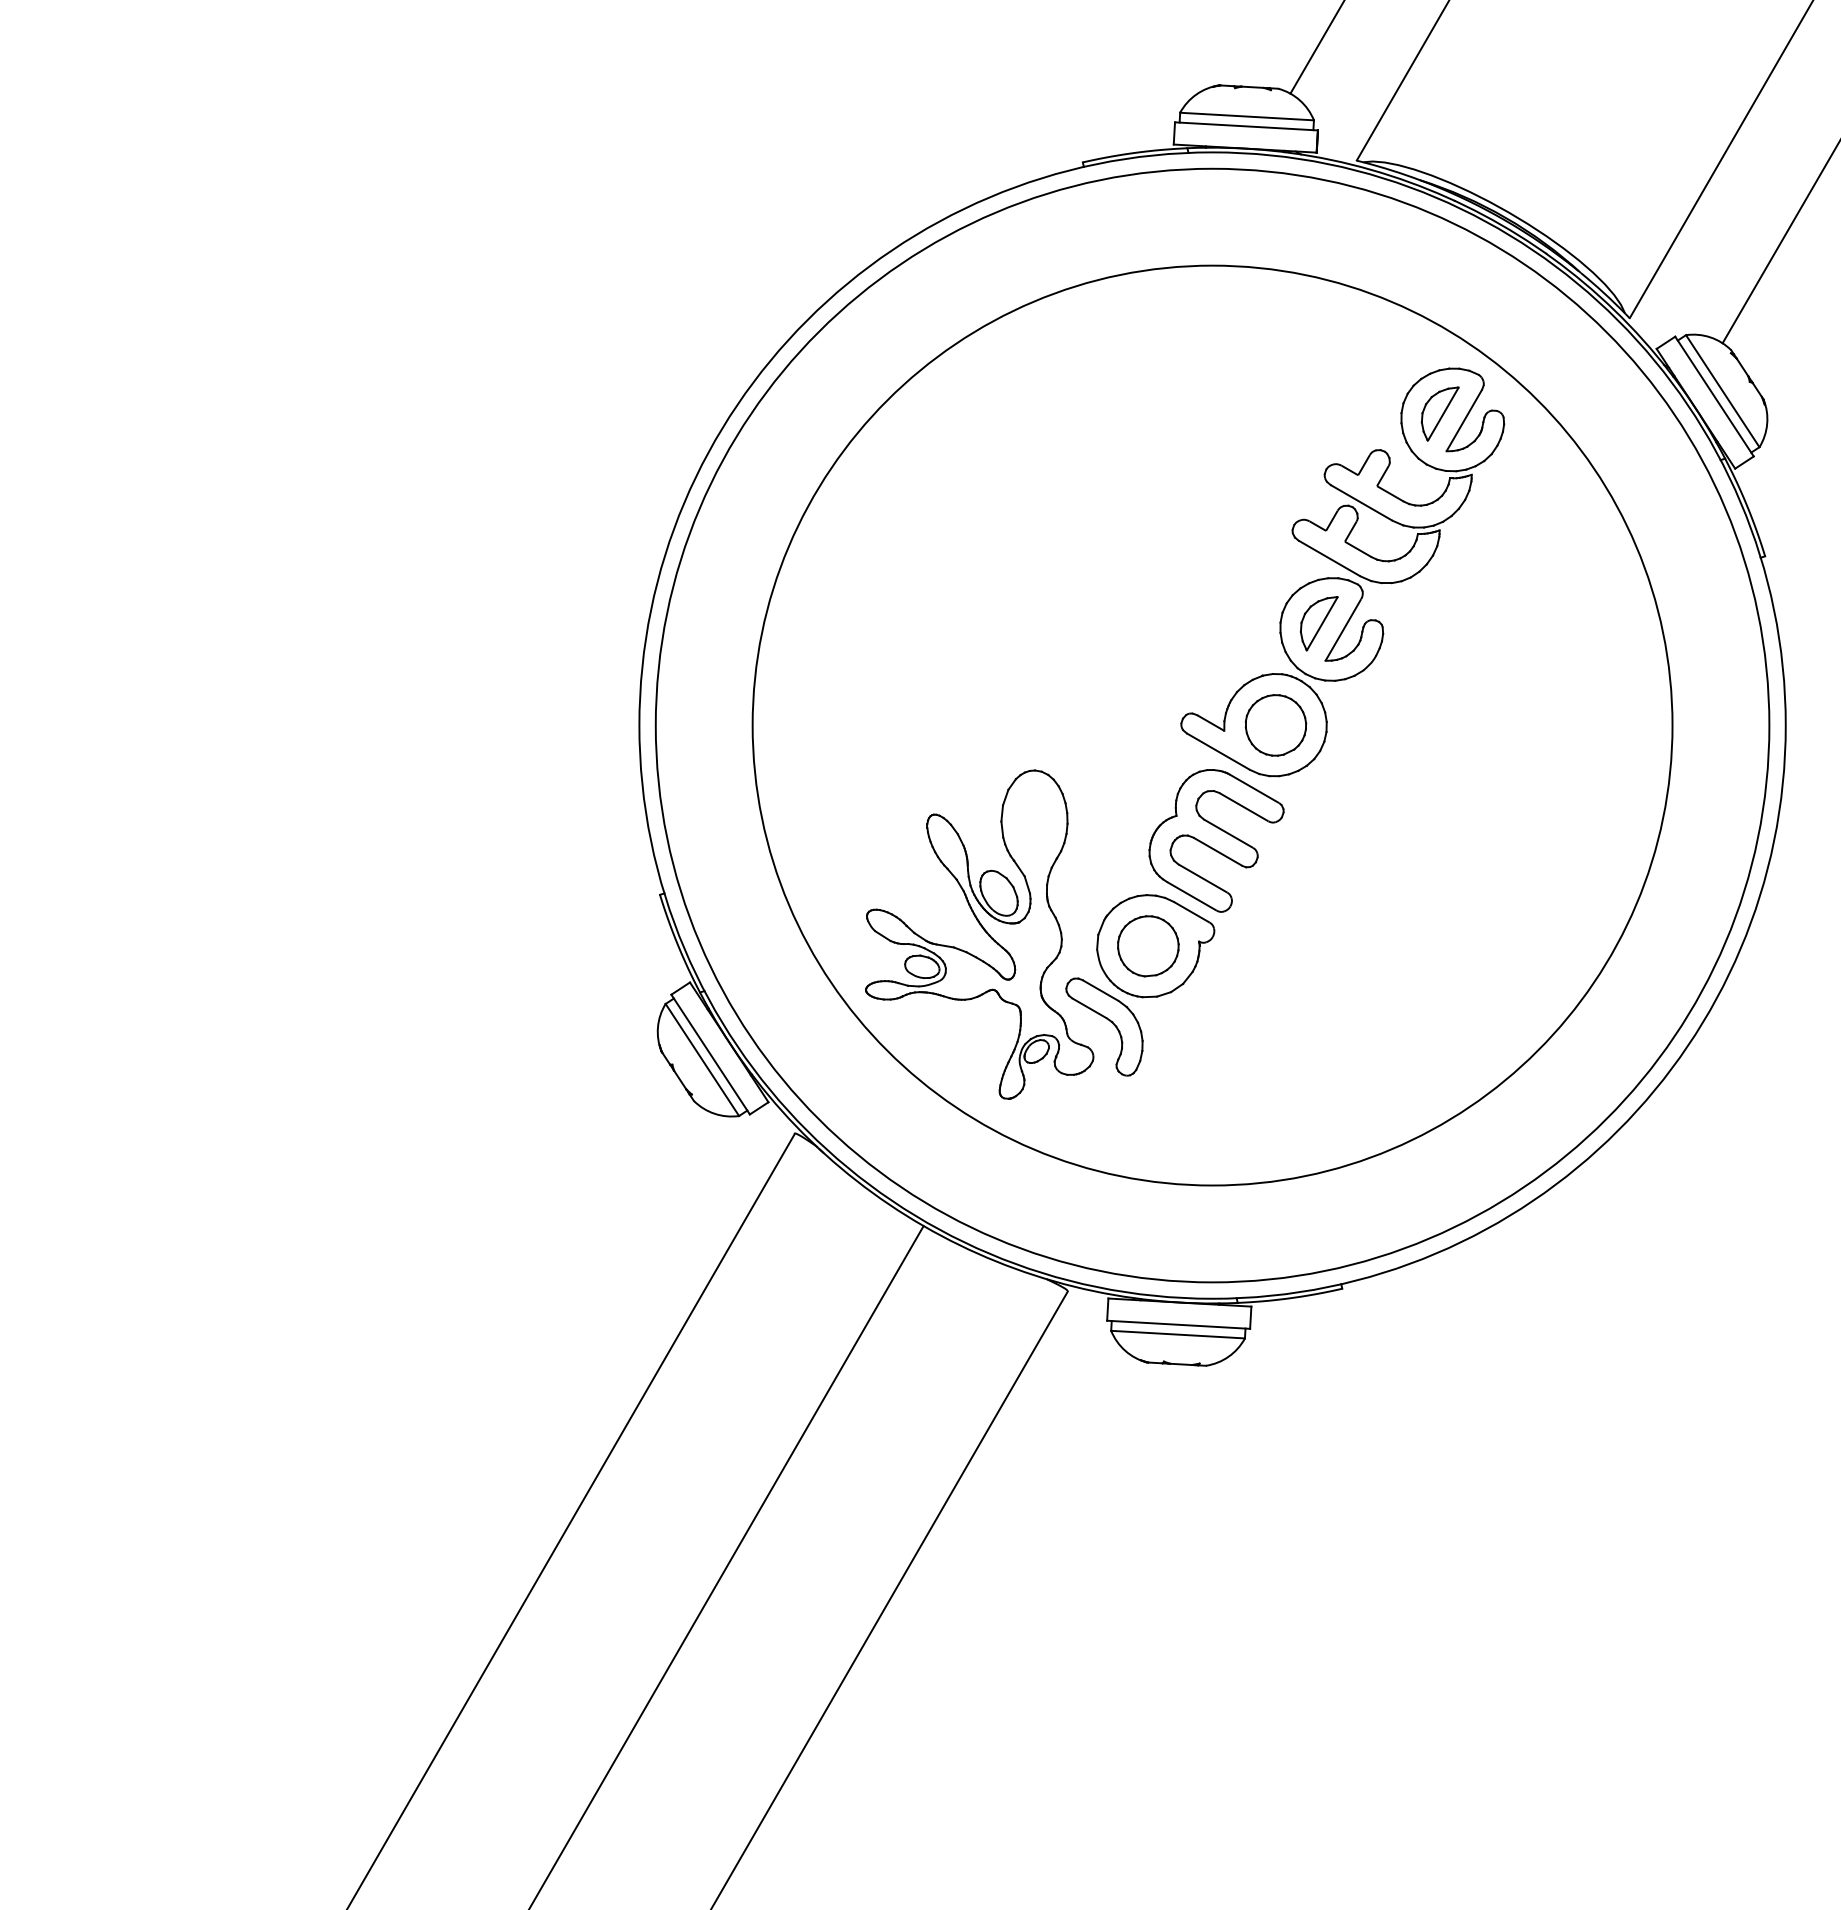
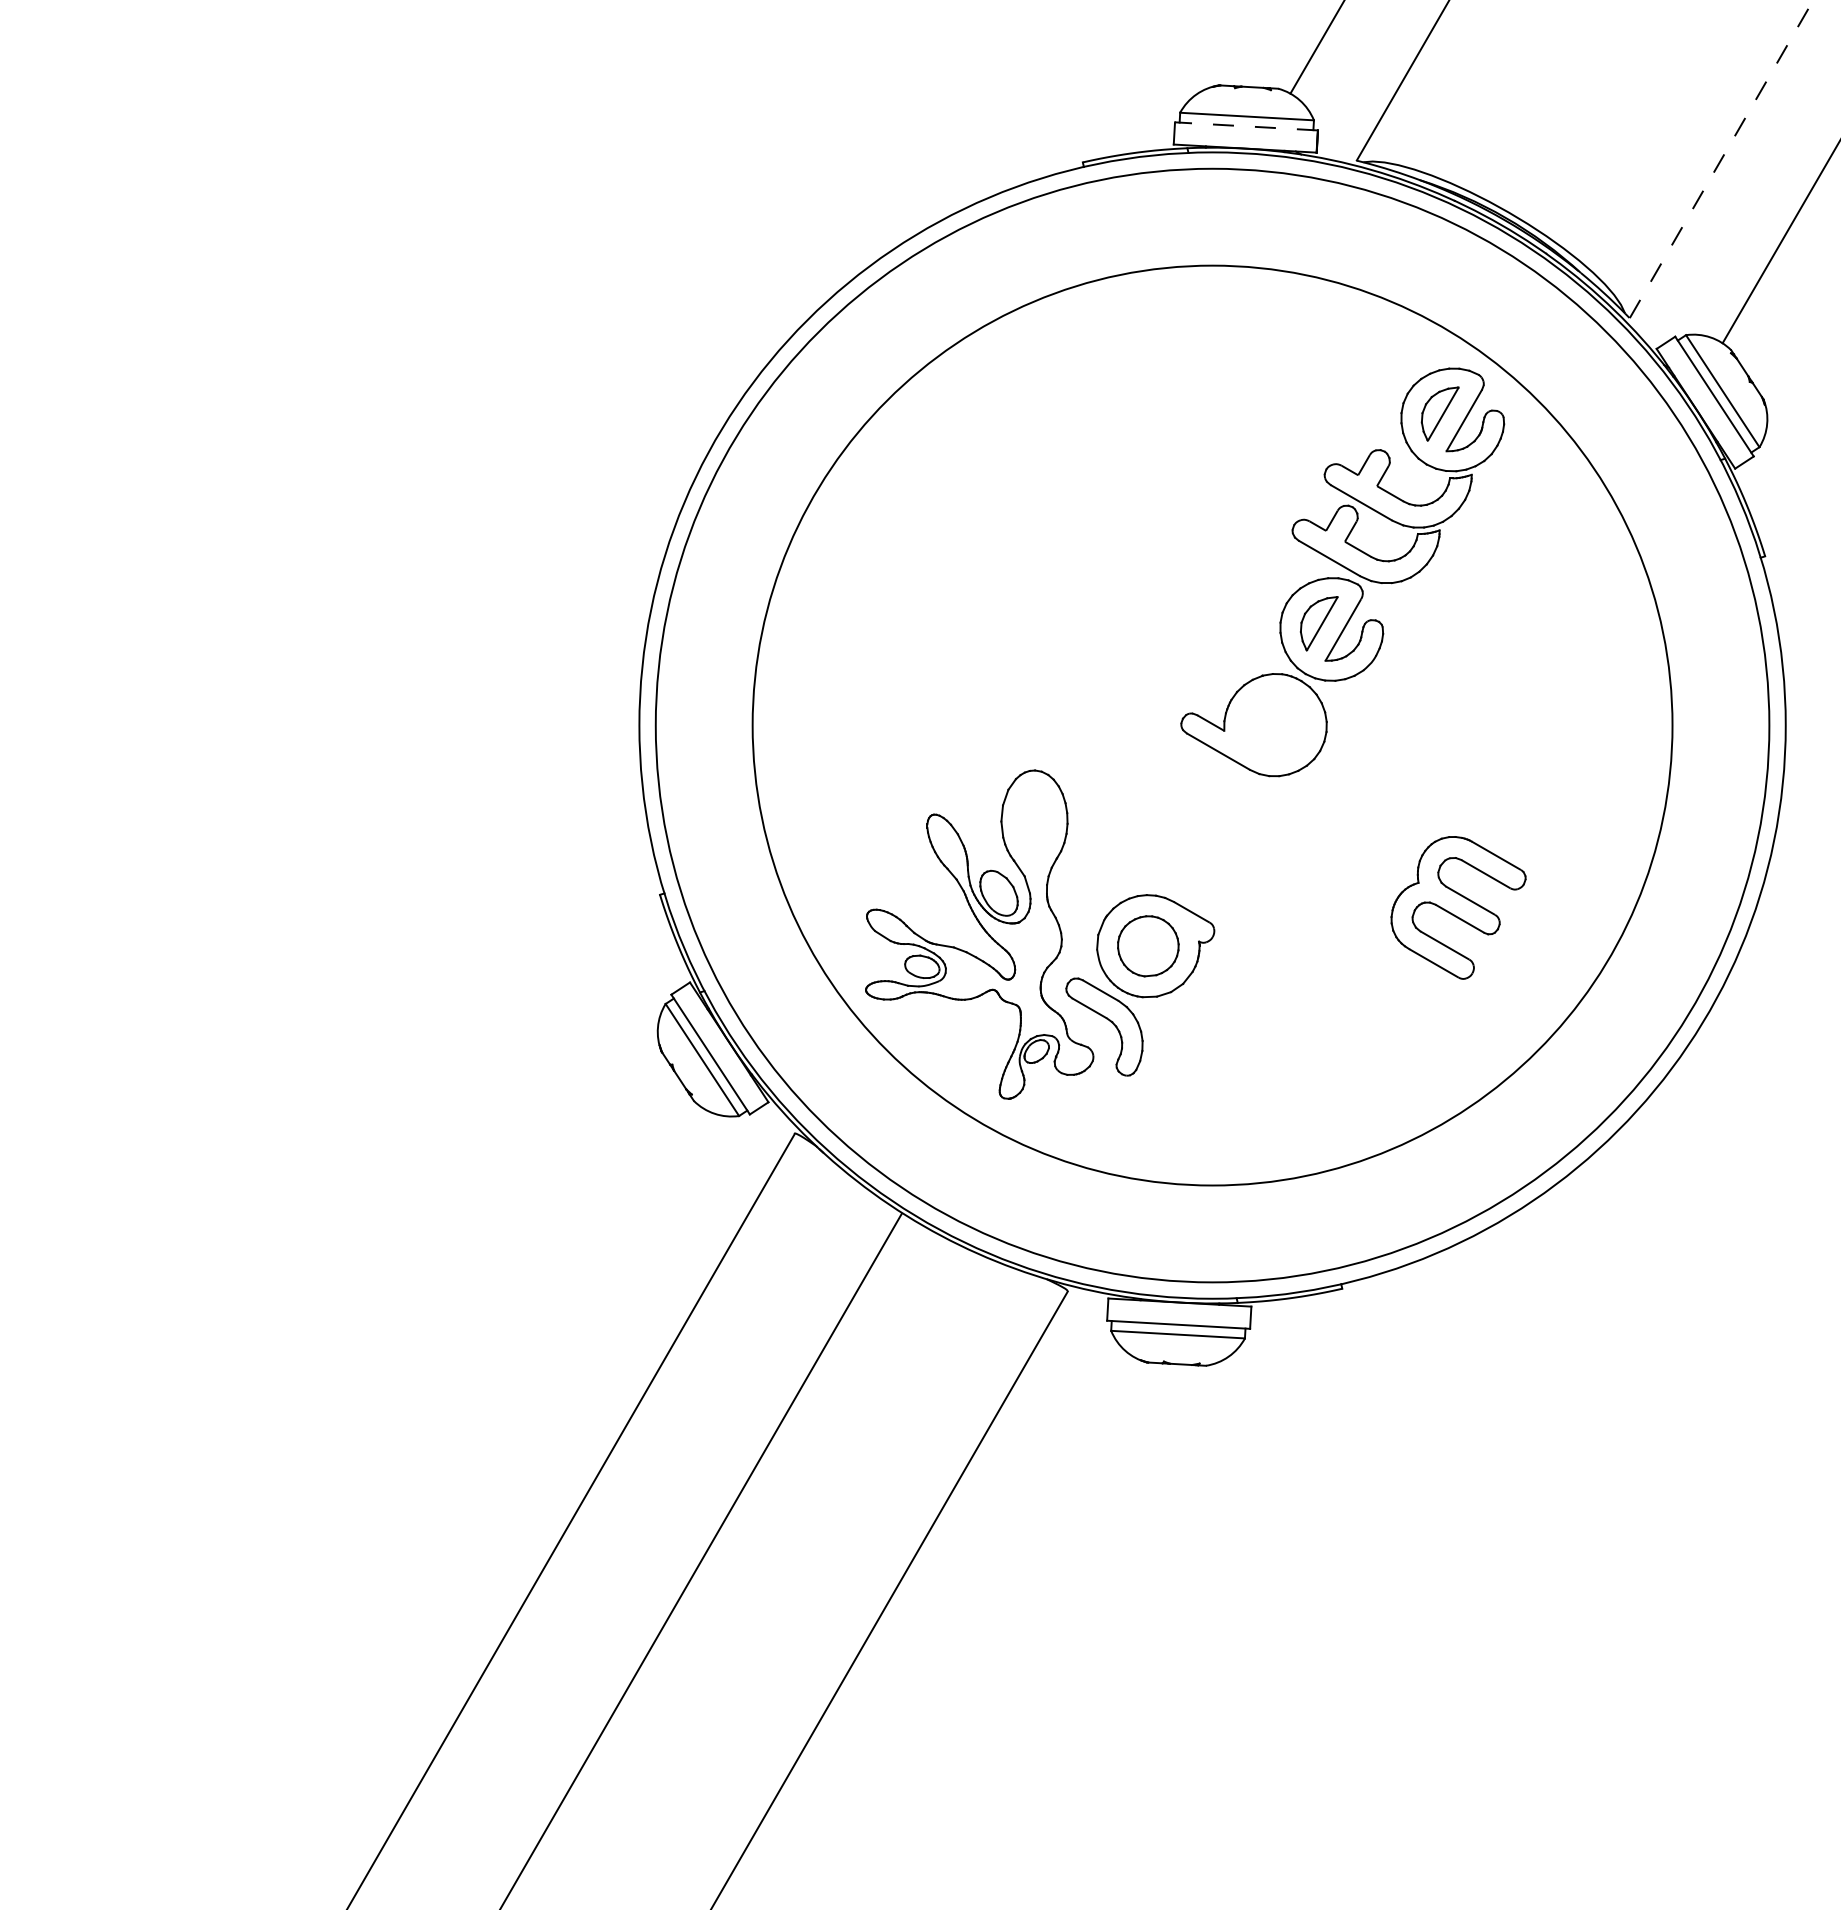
line at (1246, 126): solid -> dashed
line at (1721, 158): solid -> dashed
part at (1275, 725): present -> none
part at (1216, 840) position: (1216, 840) -> (1458, 907)
line at (726, 1566) position: (726, 1566) -> (701, 1560)
